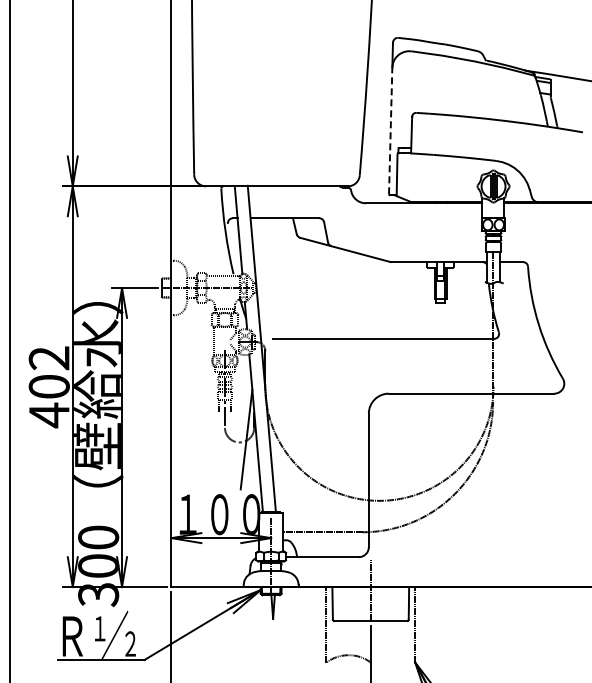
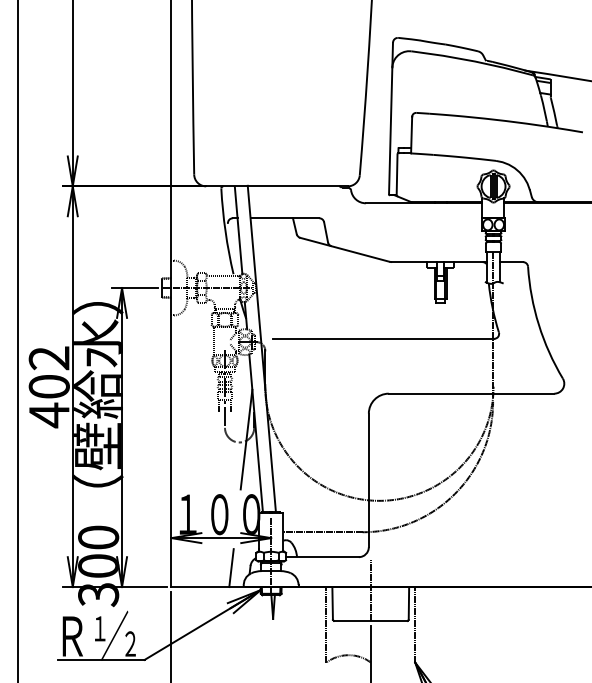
line at (390, 130): dashed -> solid
line at (9, 340) position: (9, 340) -> (17, 340)
line at (231, 568): none -> present
